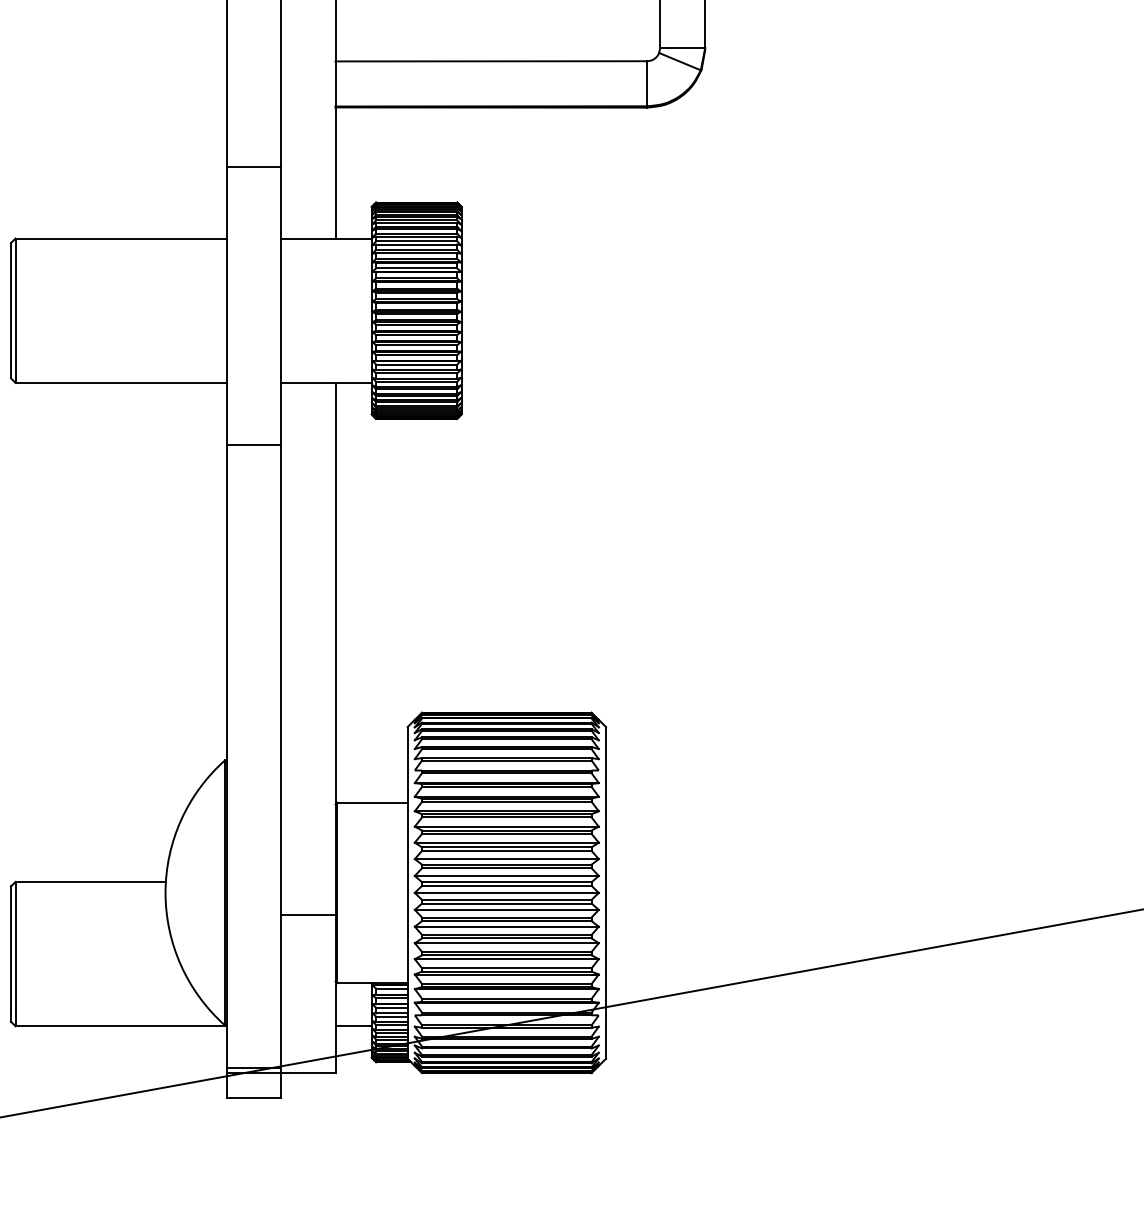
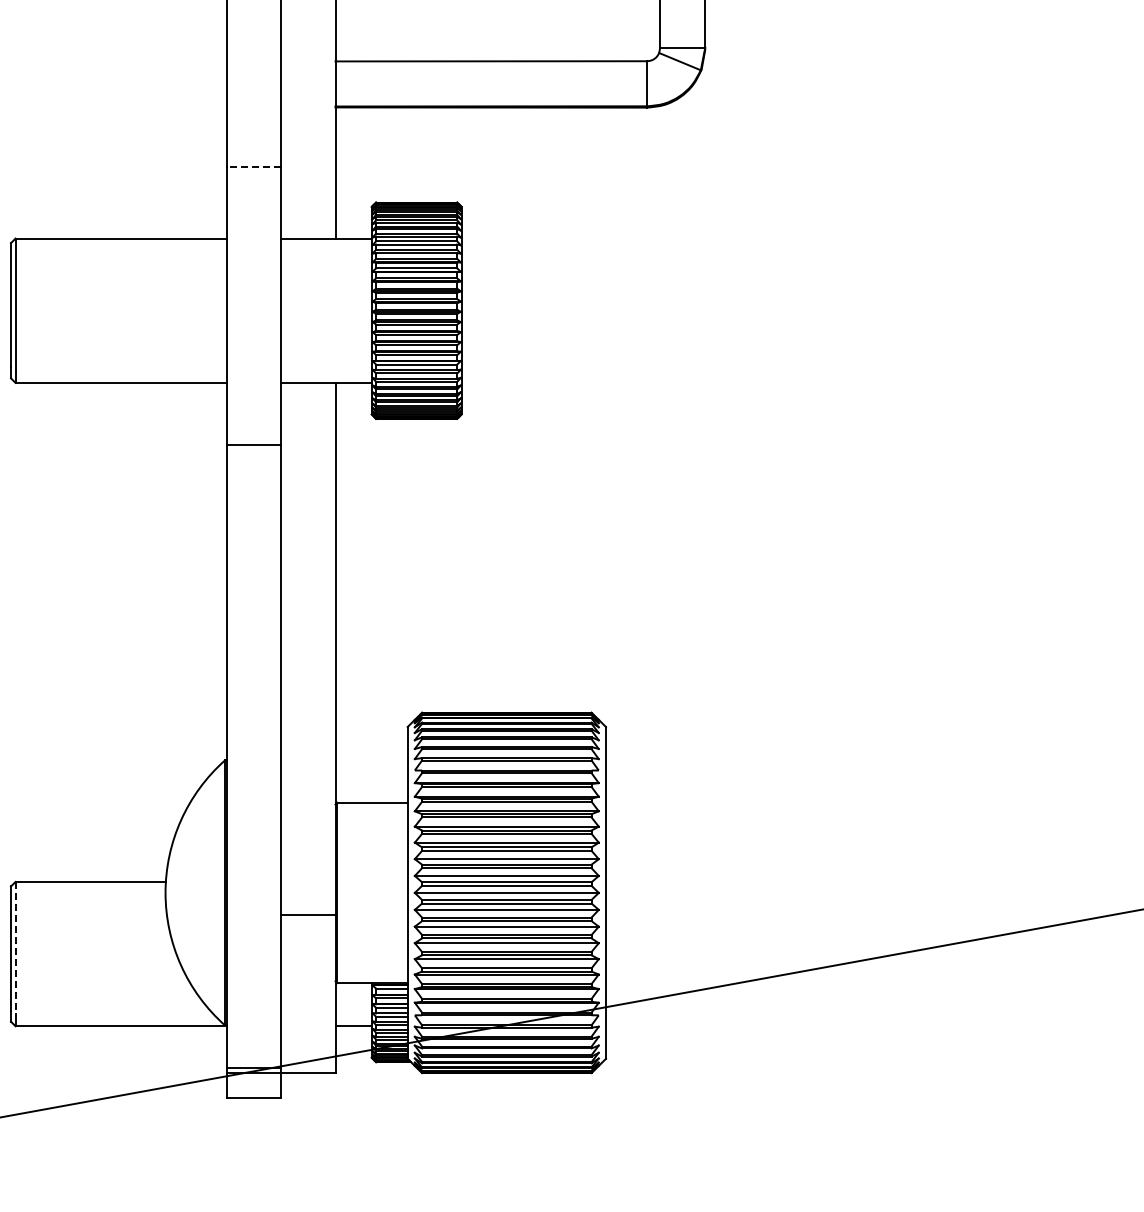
line at (253, 166): solid -> dashed
line at (15, 948): solid -> dashed
